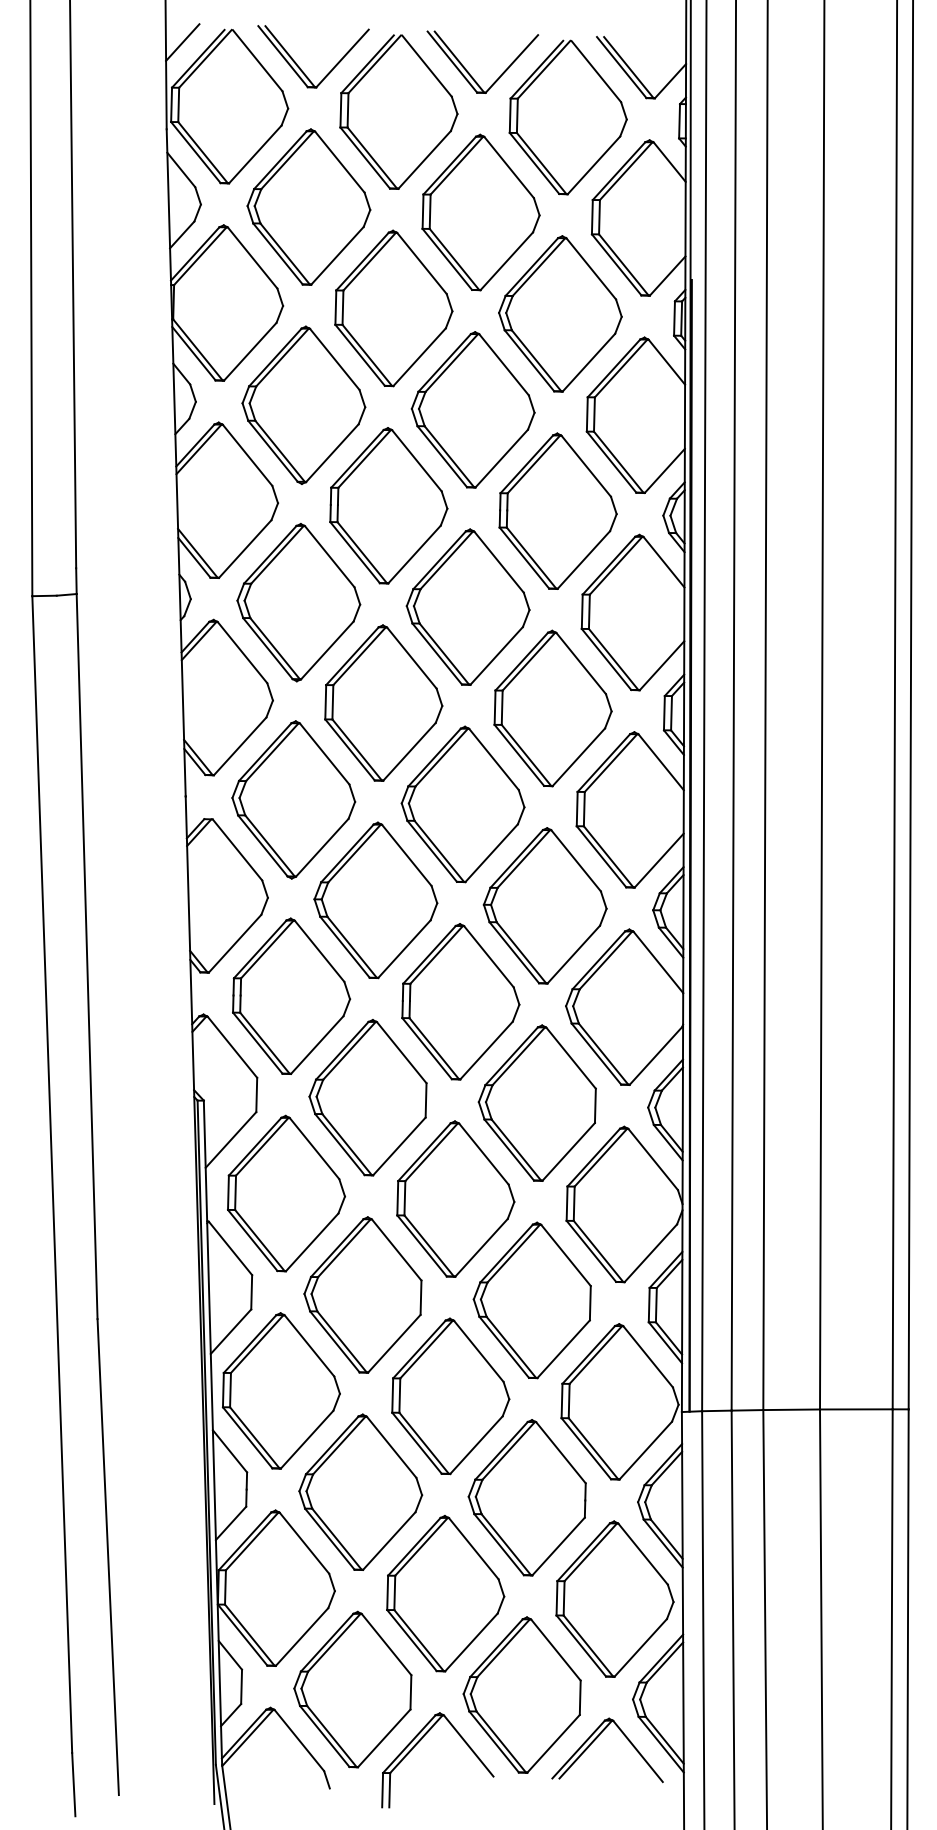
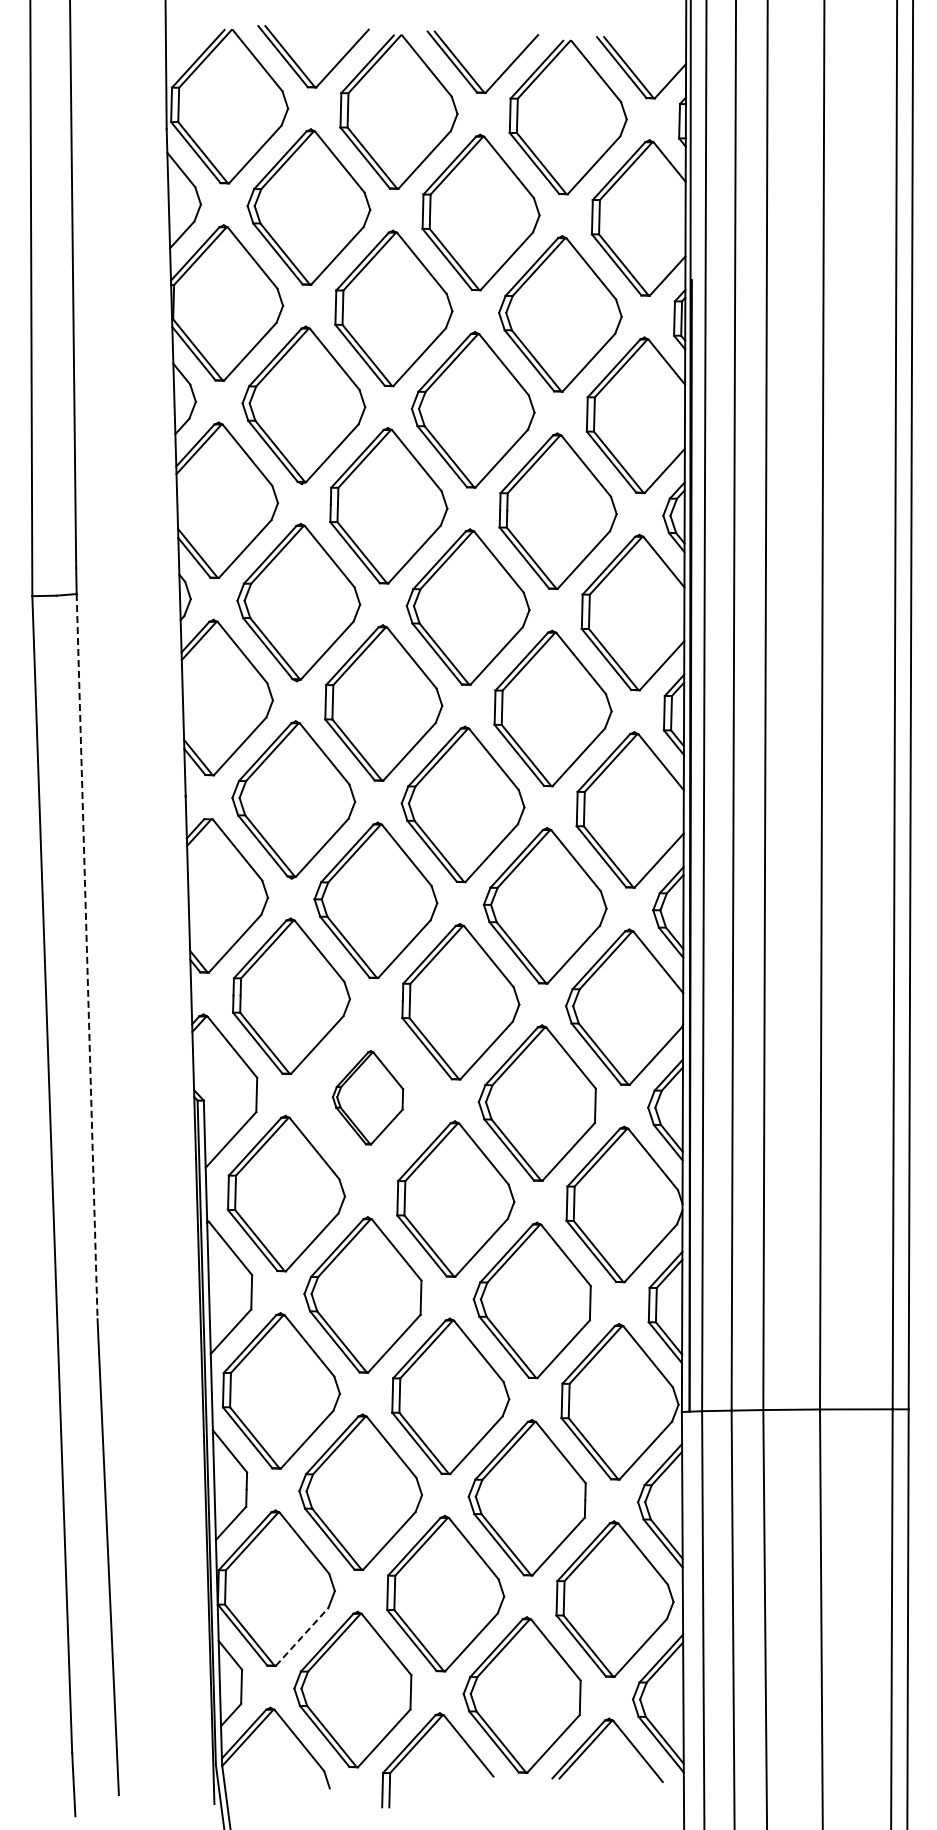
line at (182, 42): present -> none
line at (87, 956): solid -> dashed
part at (367, 1097) size: 120x158 px -> 74x96 px
line at (302, 1636): solid -> dashed
